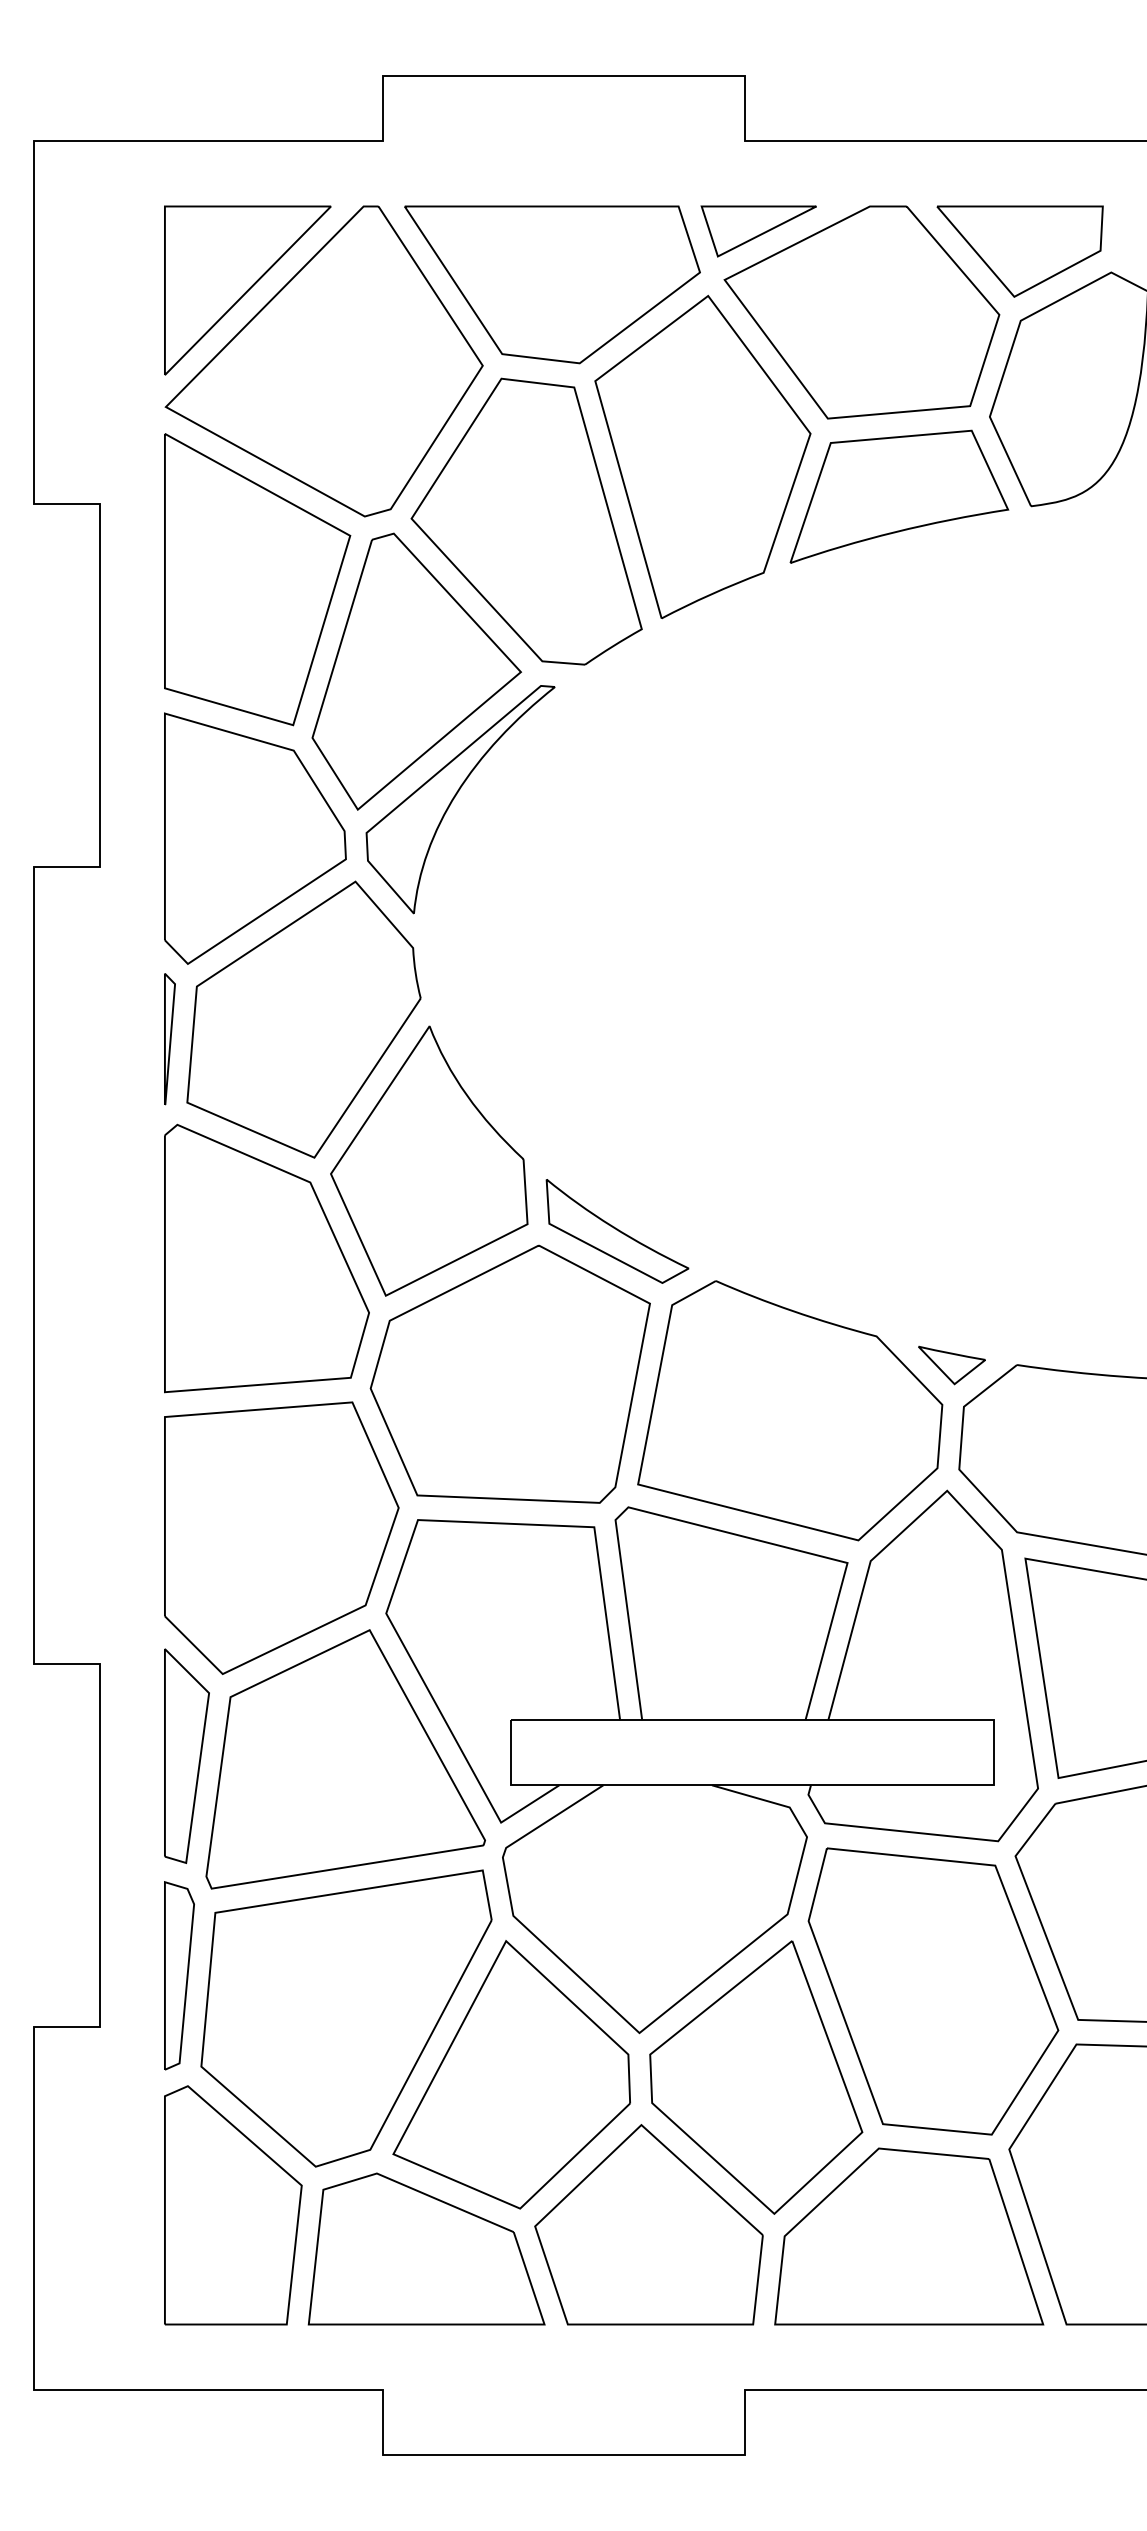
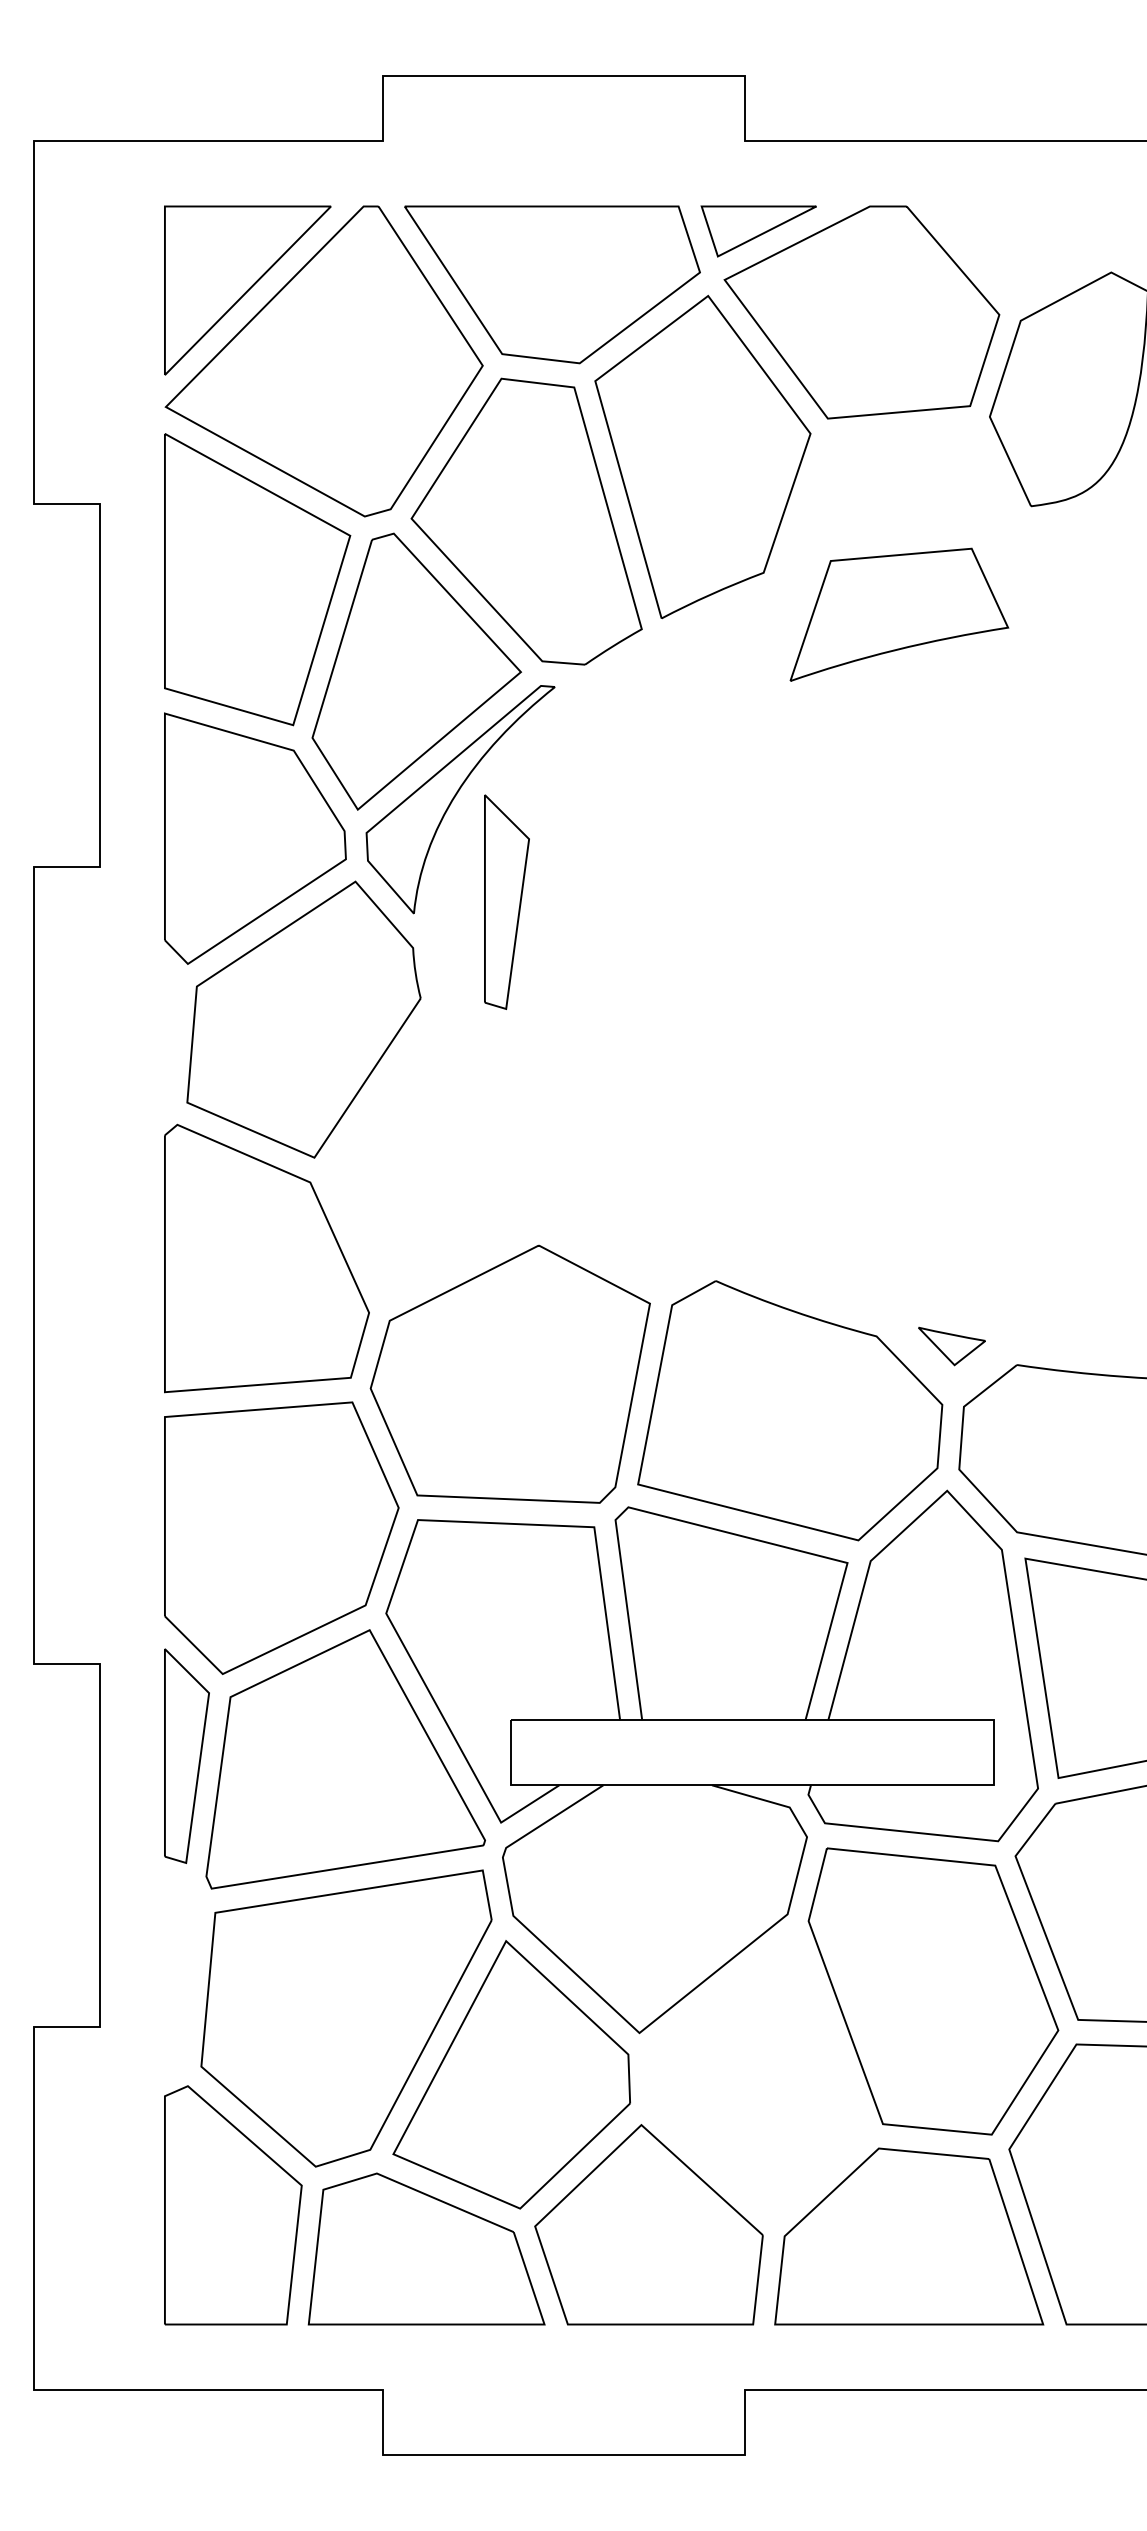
part at (1019, 251): present -> none
part at (899, 496) position: (899, 496) -> (899, 614)
part at (506, 901): none -> present
part at (169, 1039): present -> none
part at (429, 1160): present -> none
part at (617, 1231): present -> none
part at (951, 1365) position: (951, 1365) -> (951, 1346)
part at (179, 1975): present -> none
part at (756, 2077): present -> none
